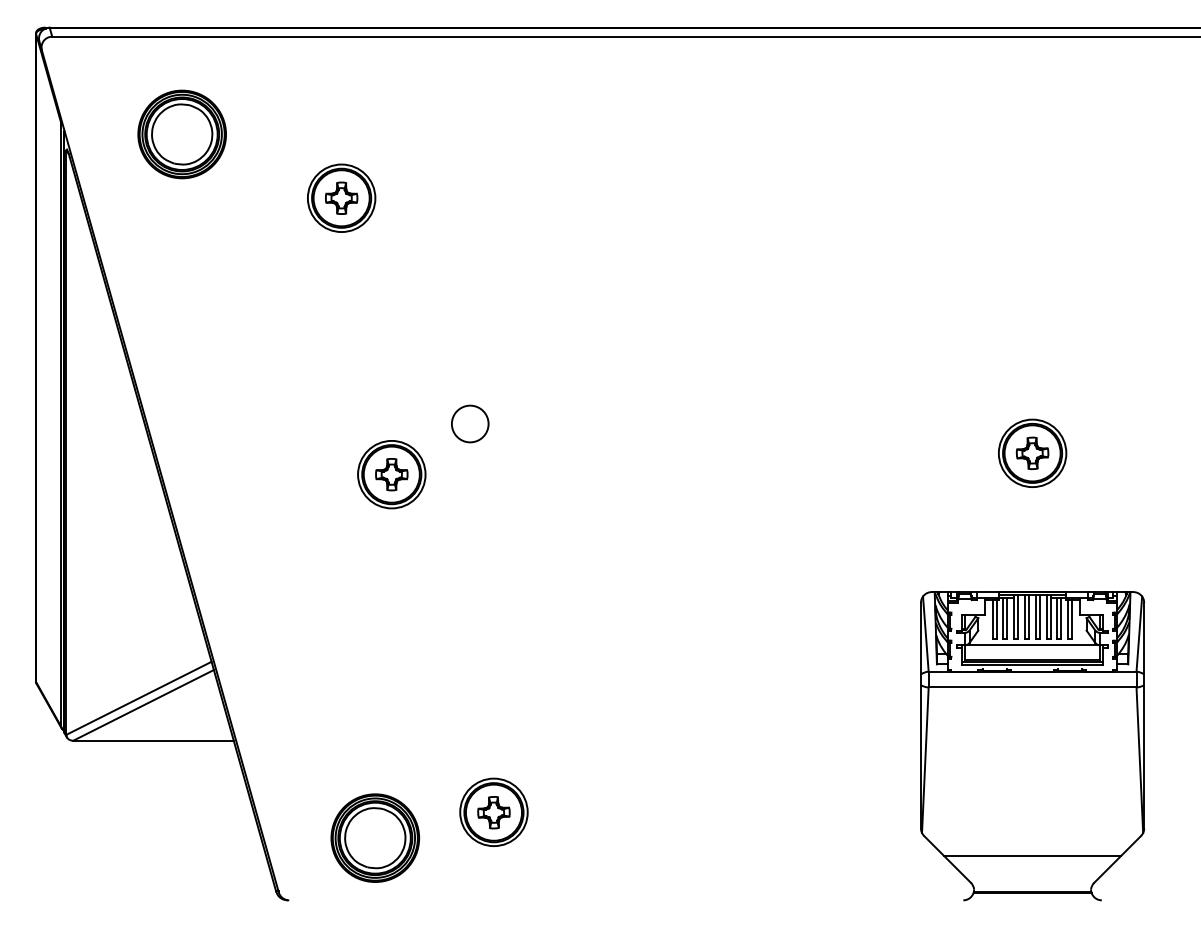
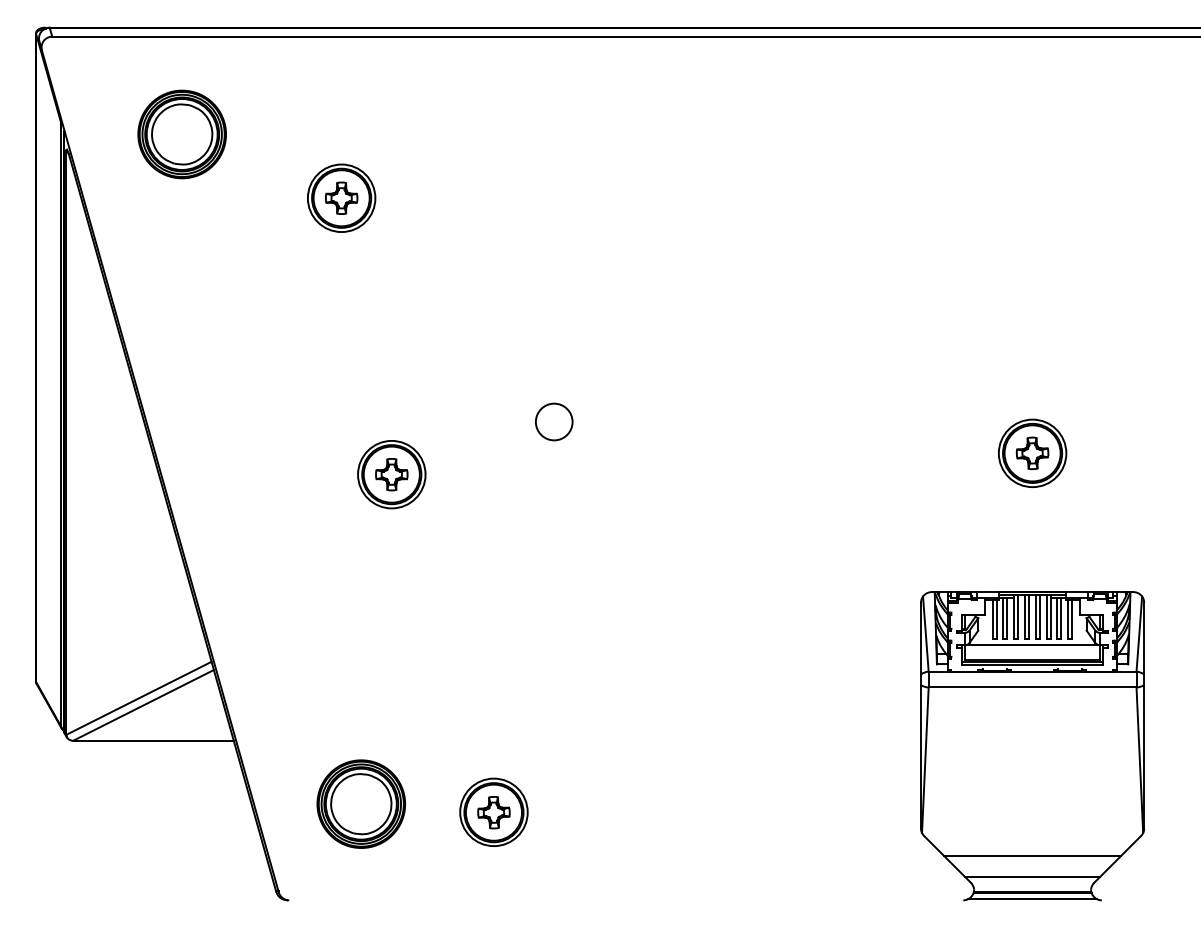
circle at (470, 423) position: (470, 423) -> (554, 421)
part at (375, 837) position: (375, 837) -> (361, 803)
line at (1032, 876): none -> present
line at (1032, 899): none -> present
